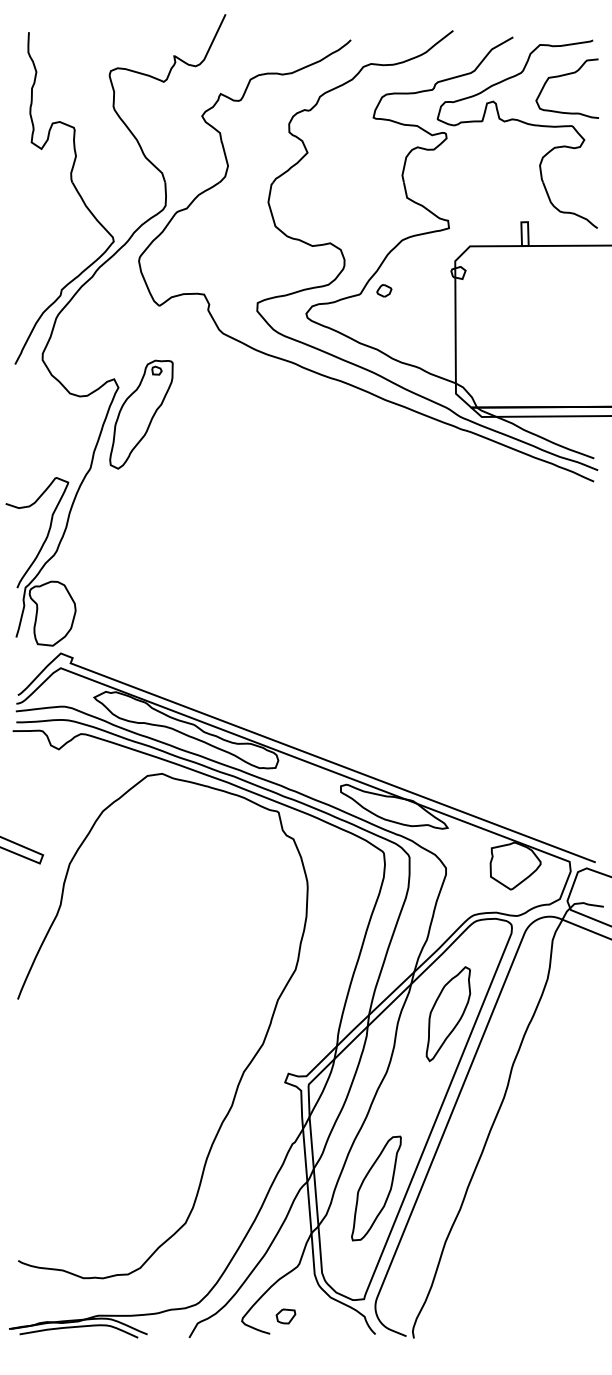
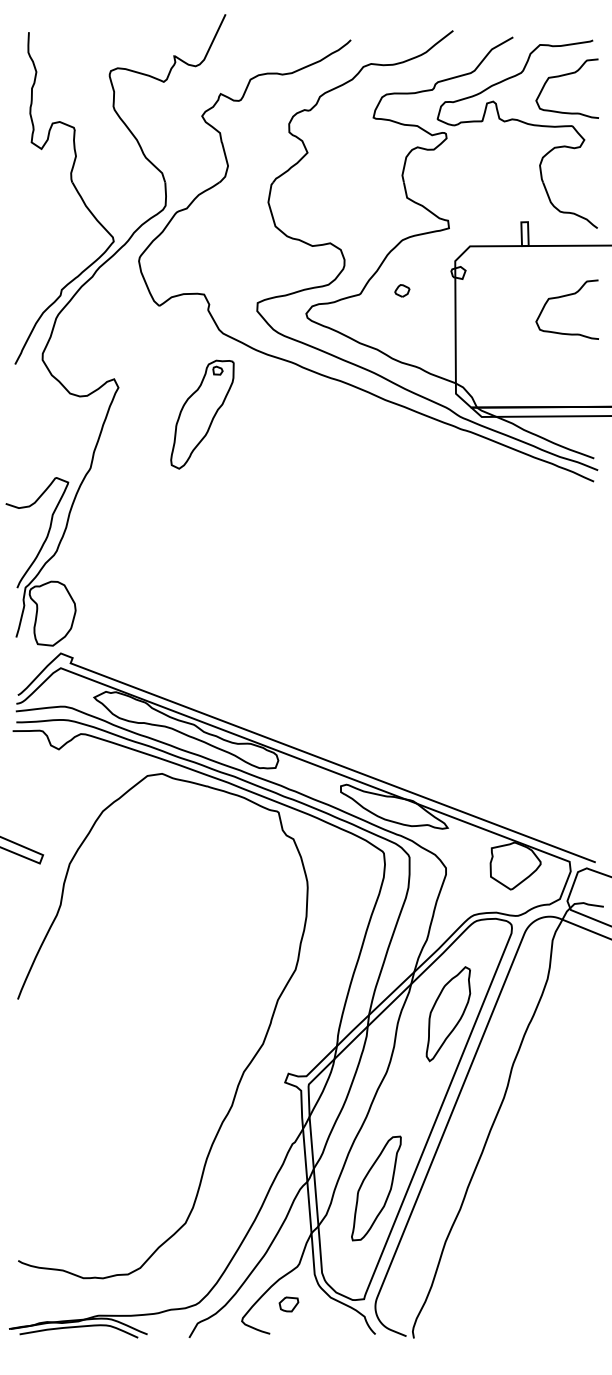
part at (384, 290) position: (384, 290) -> (402, 290)
curve at (563, 297): none -> present
part at (141, 414) position: (141, 414) -> (202, 414)
part at (285, 1316) position: (285, 1316) -> (288, 1304)
